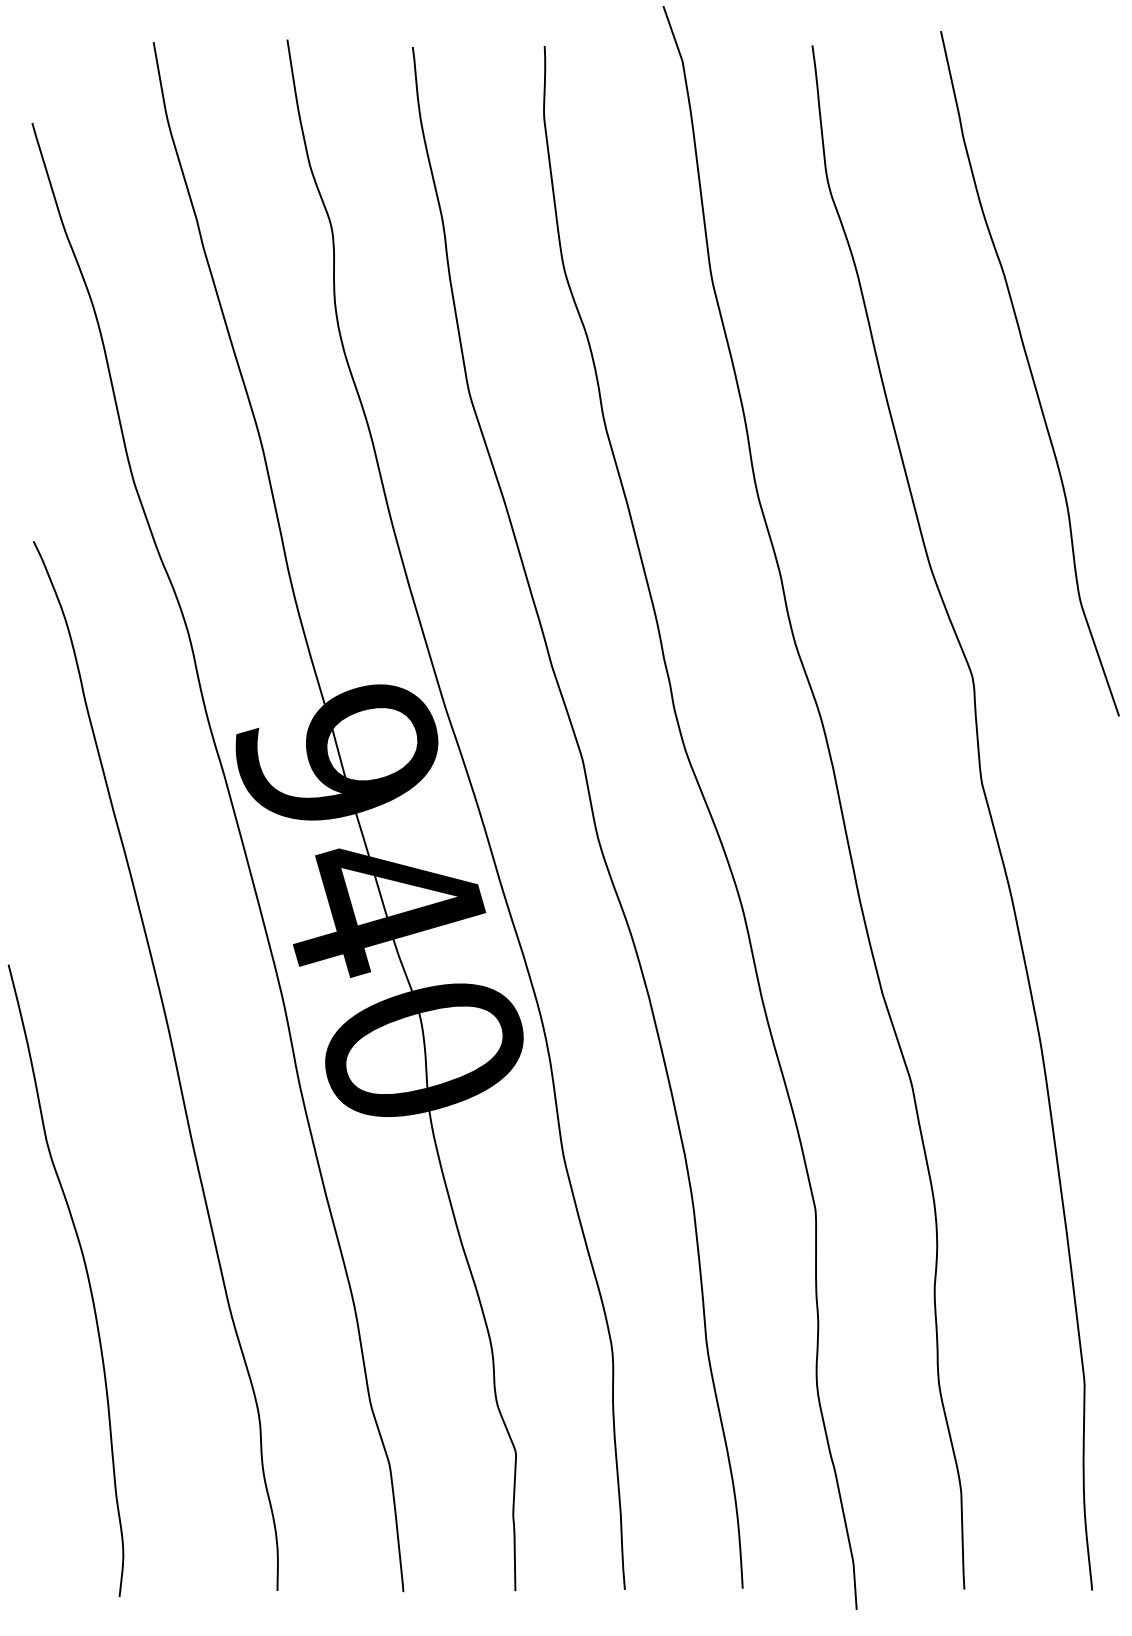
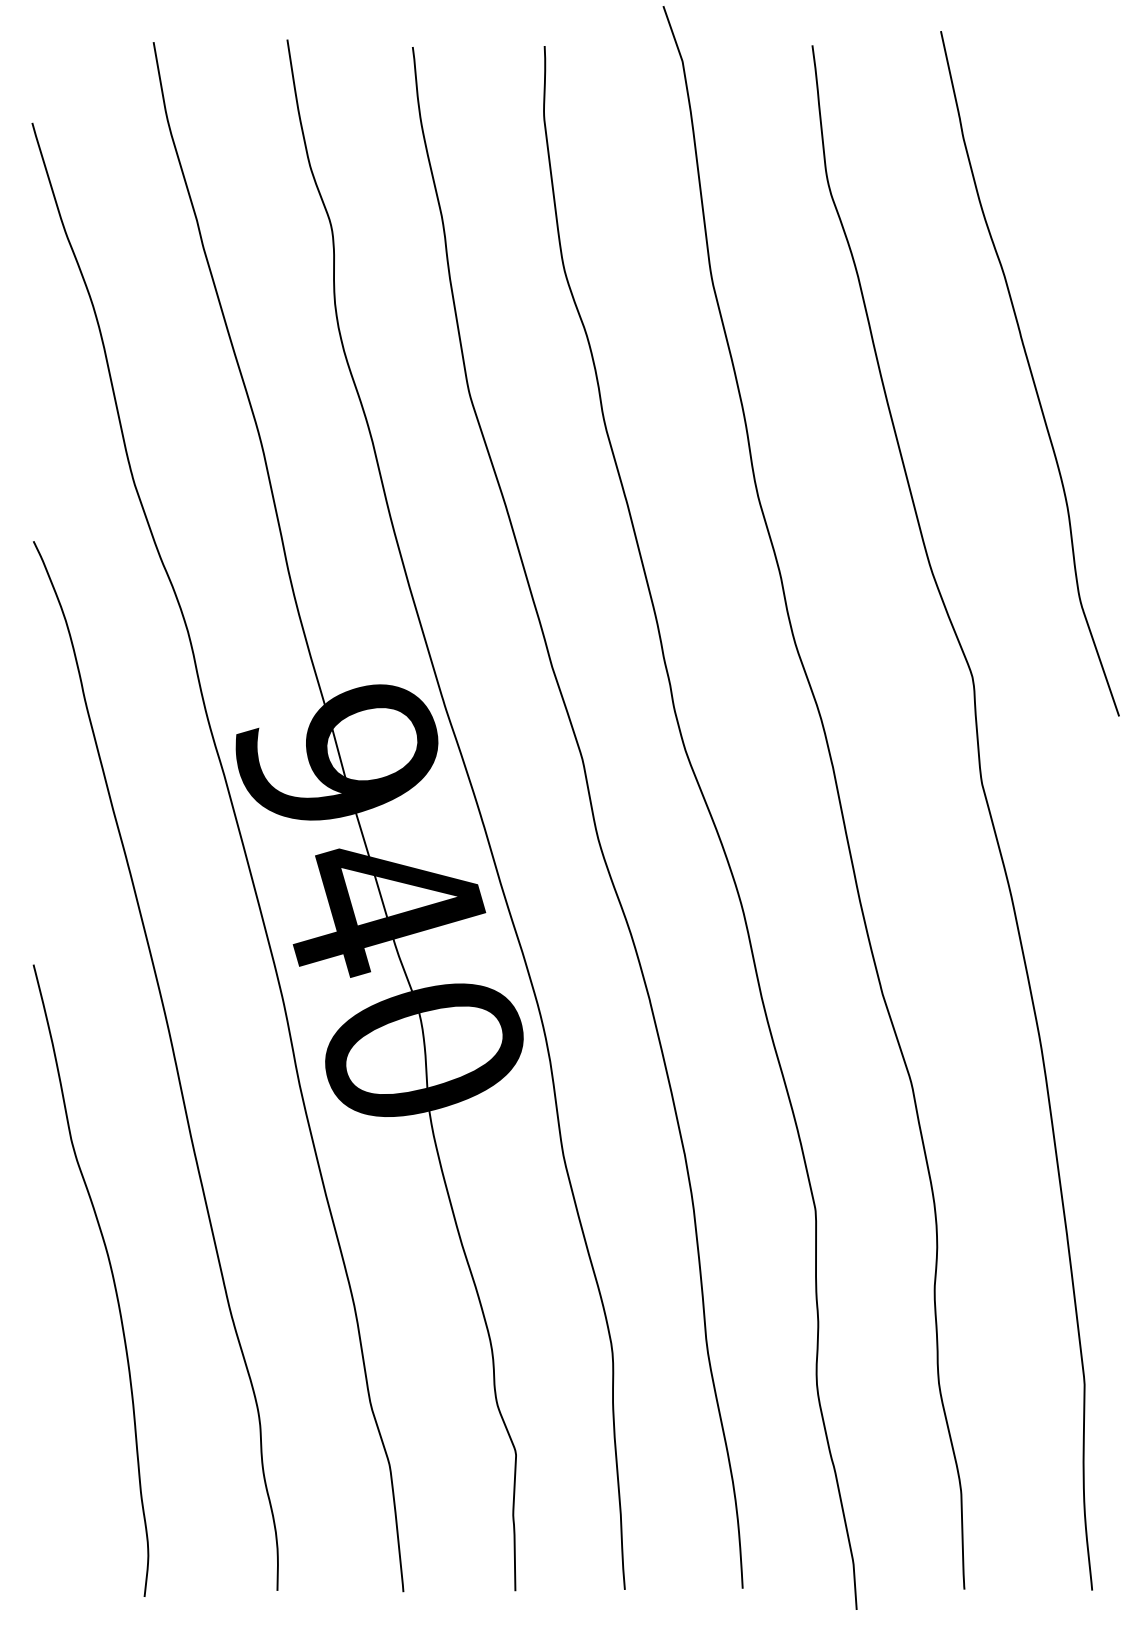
curve at (86, 1274) position: (86, 1274) -> (111, 1274)
